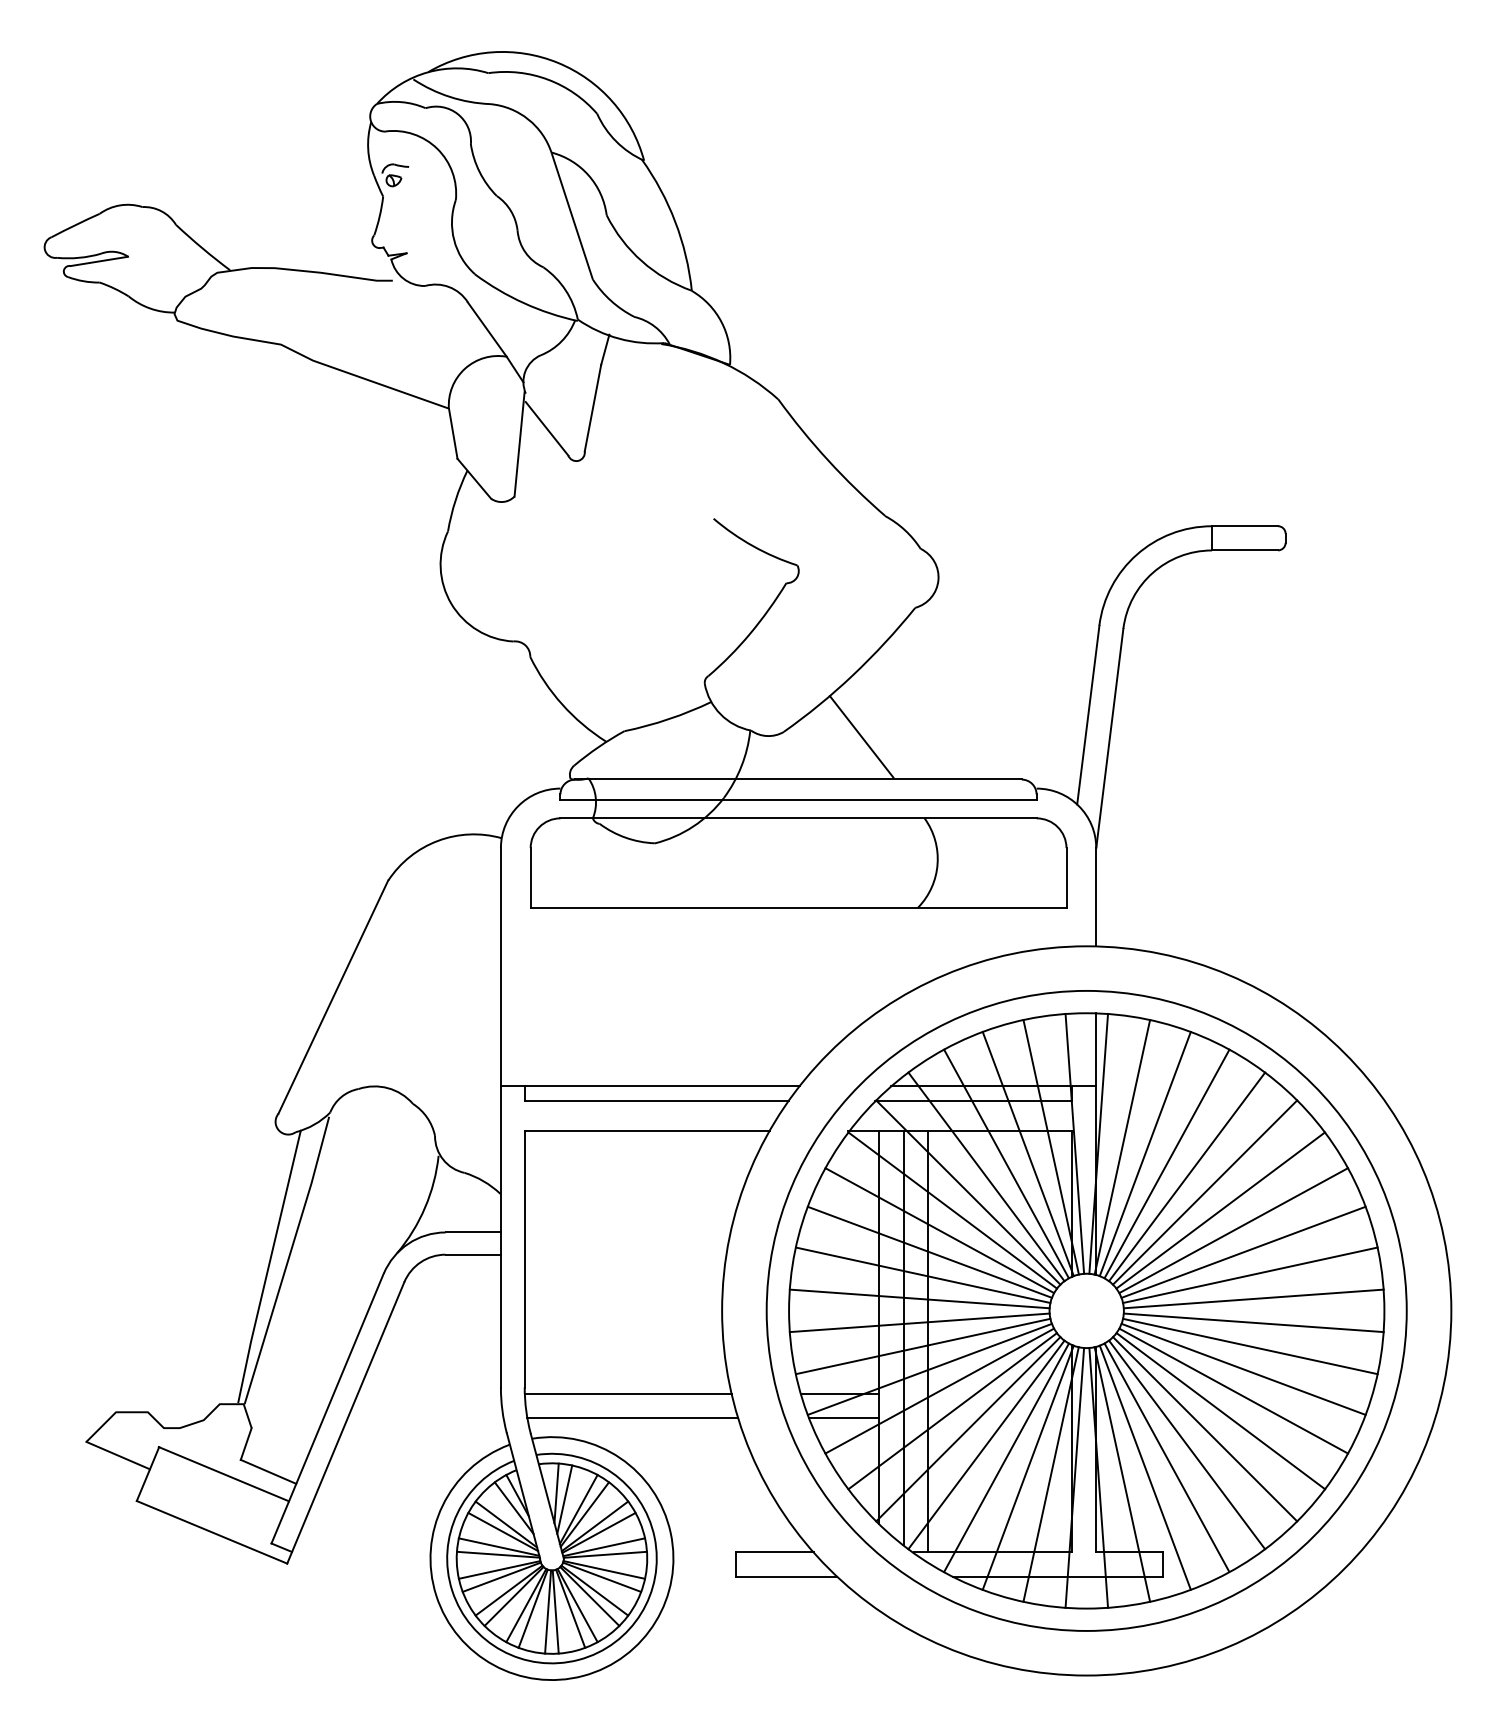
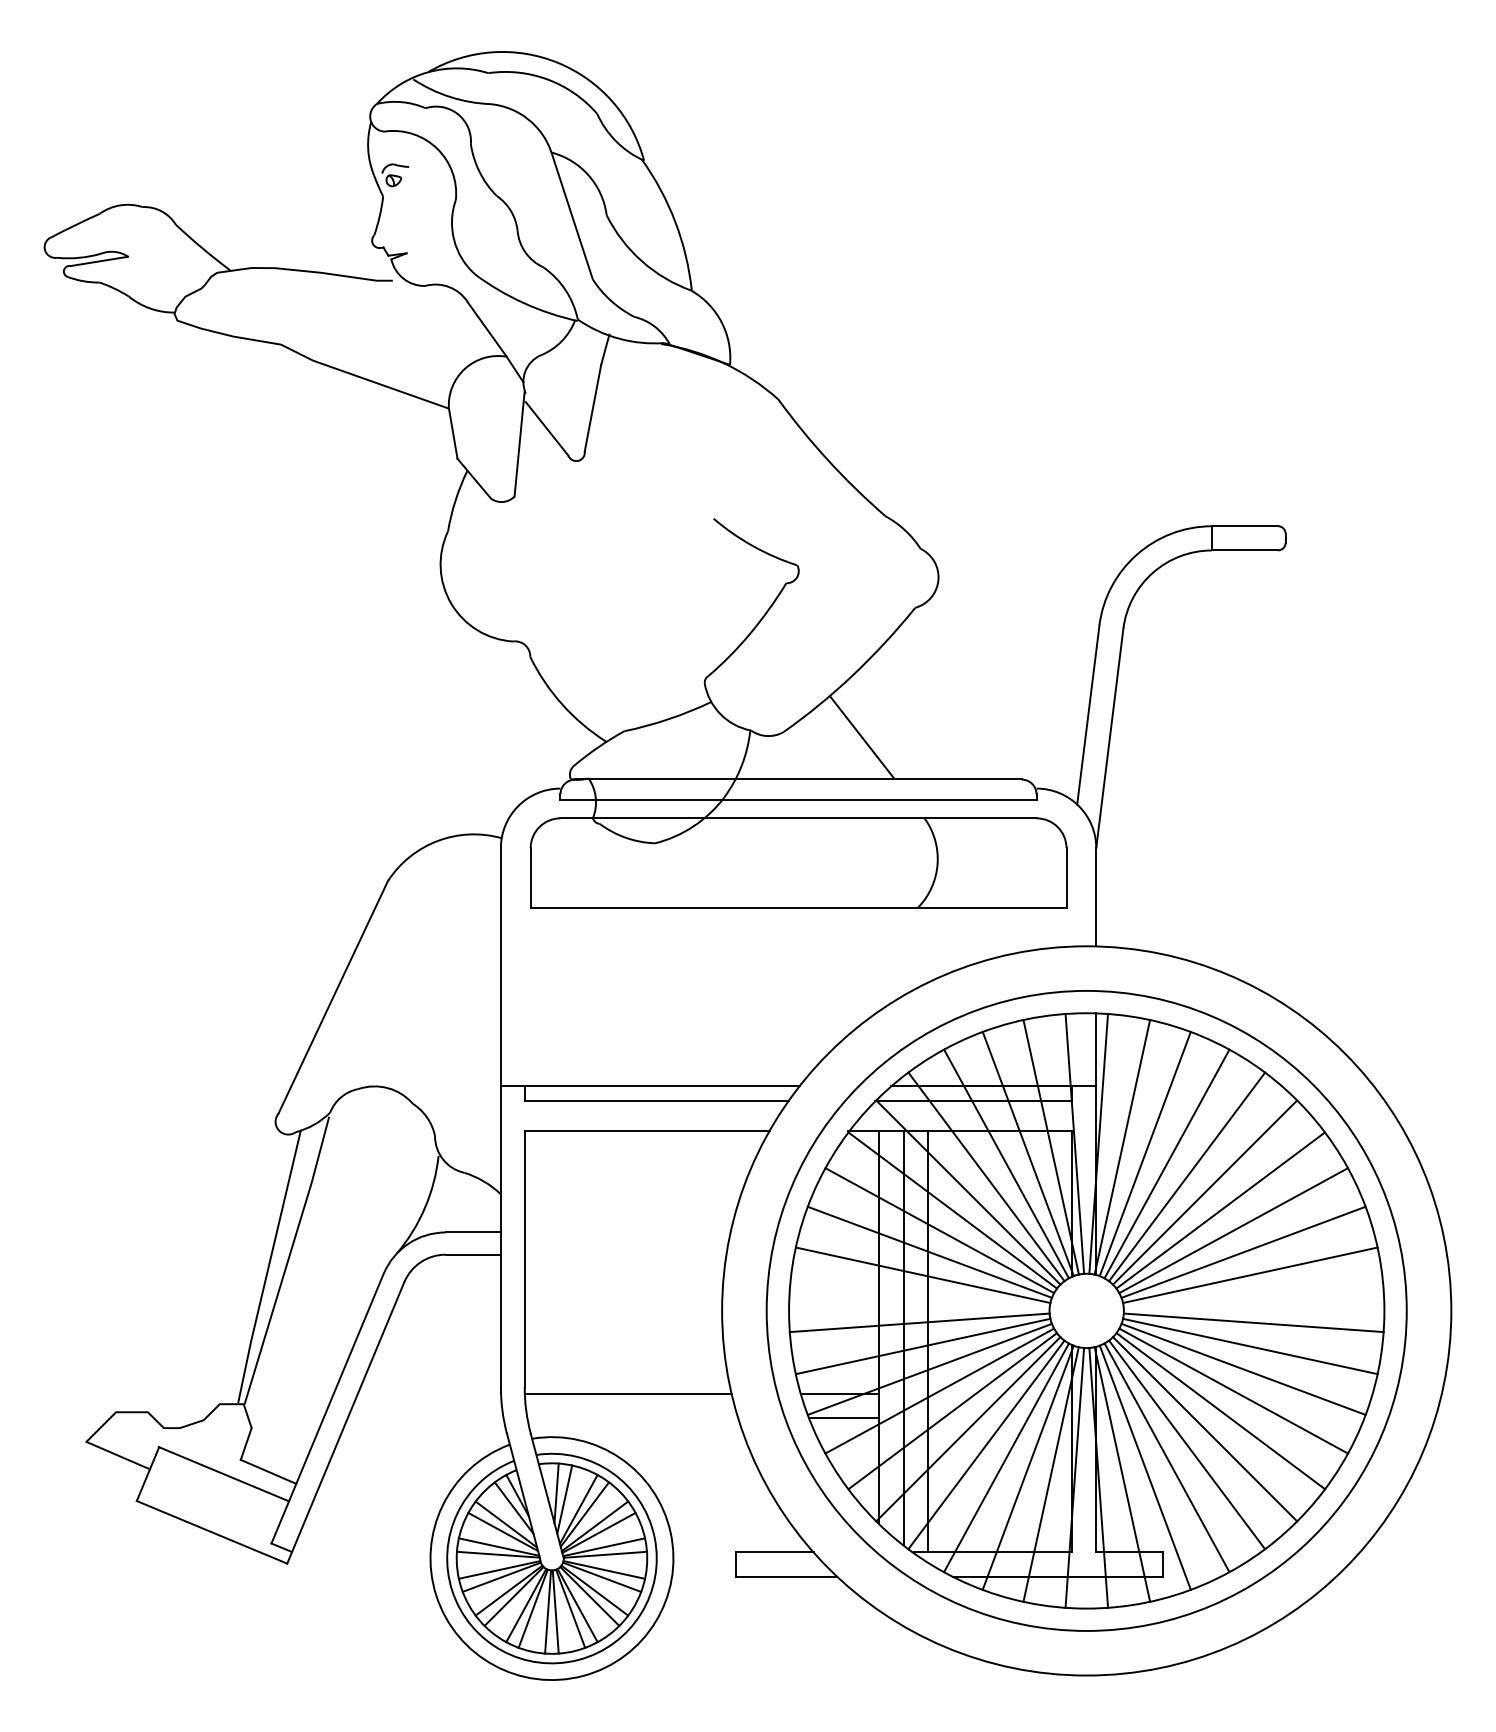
line at (919, 1298): present -> none
line at (1253, 1298): present -> none
line at (632, 1417): present -> none
